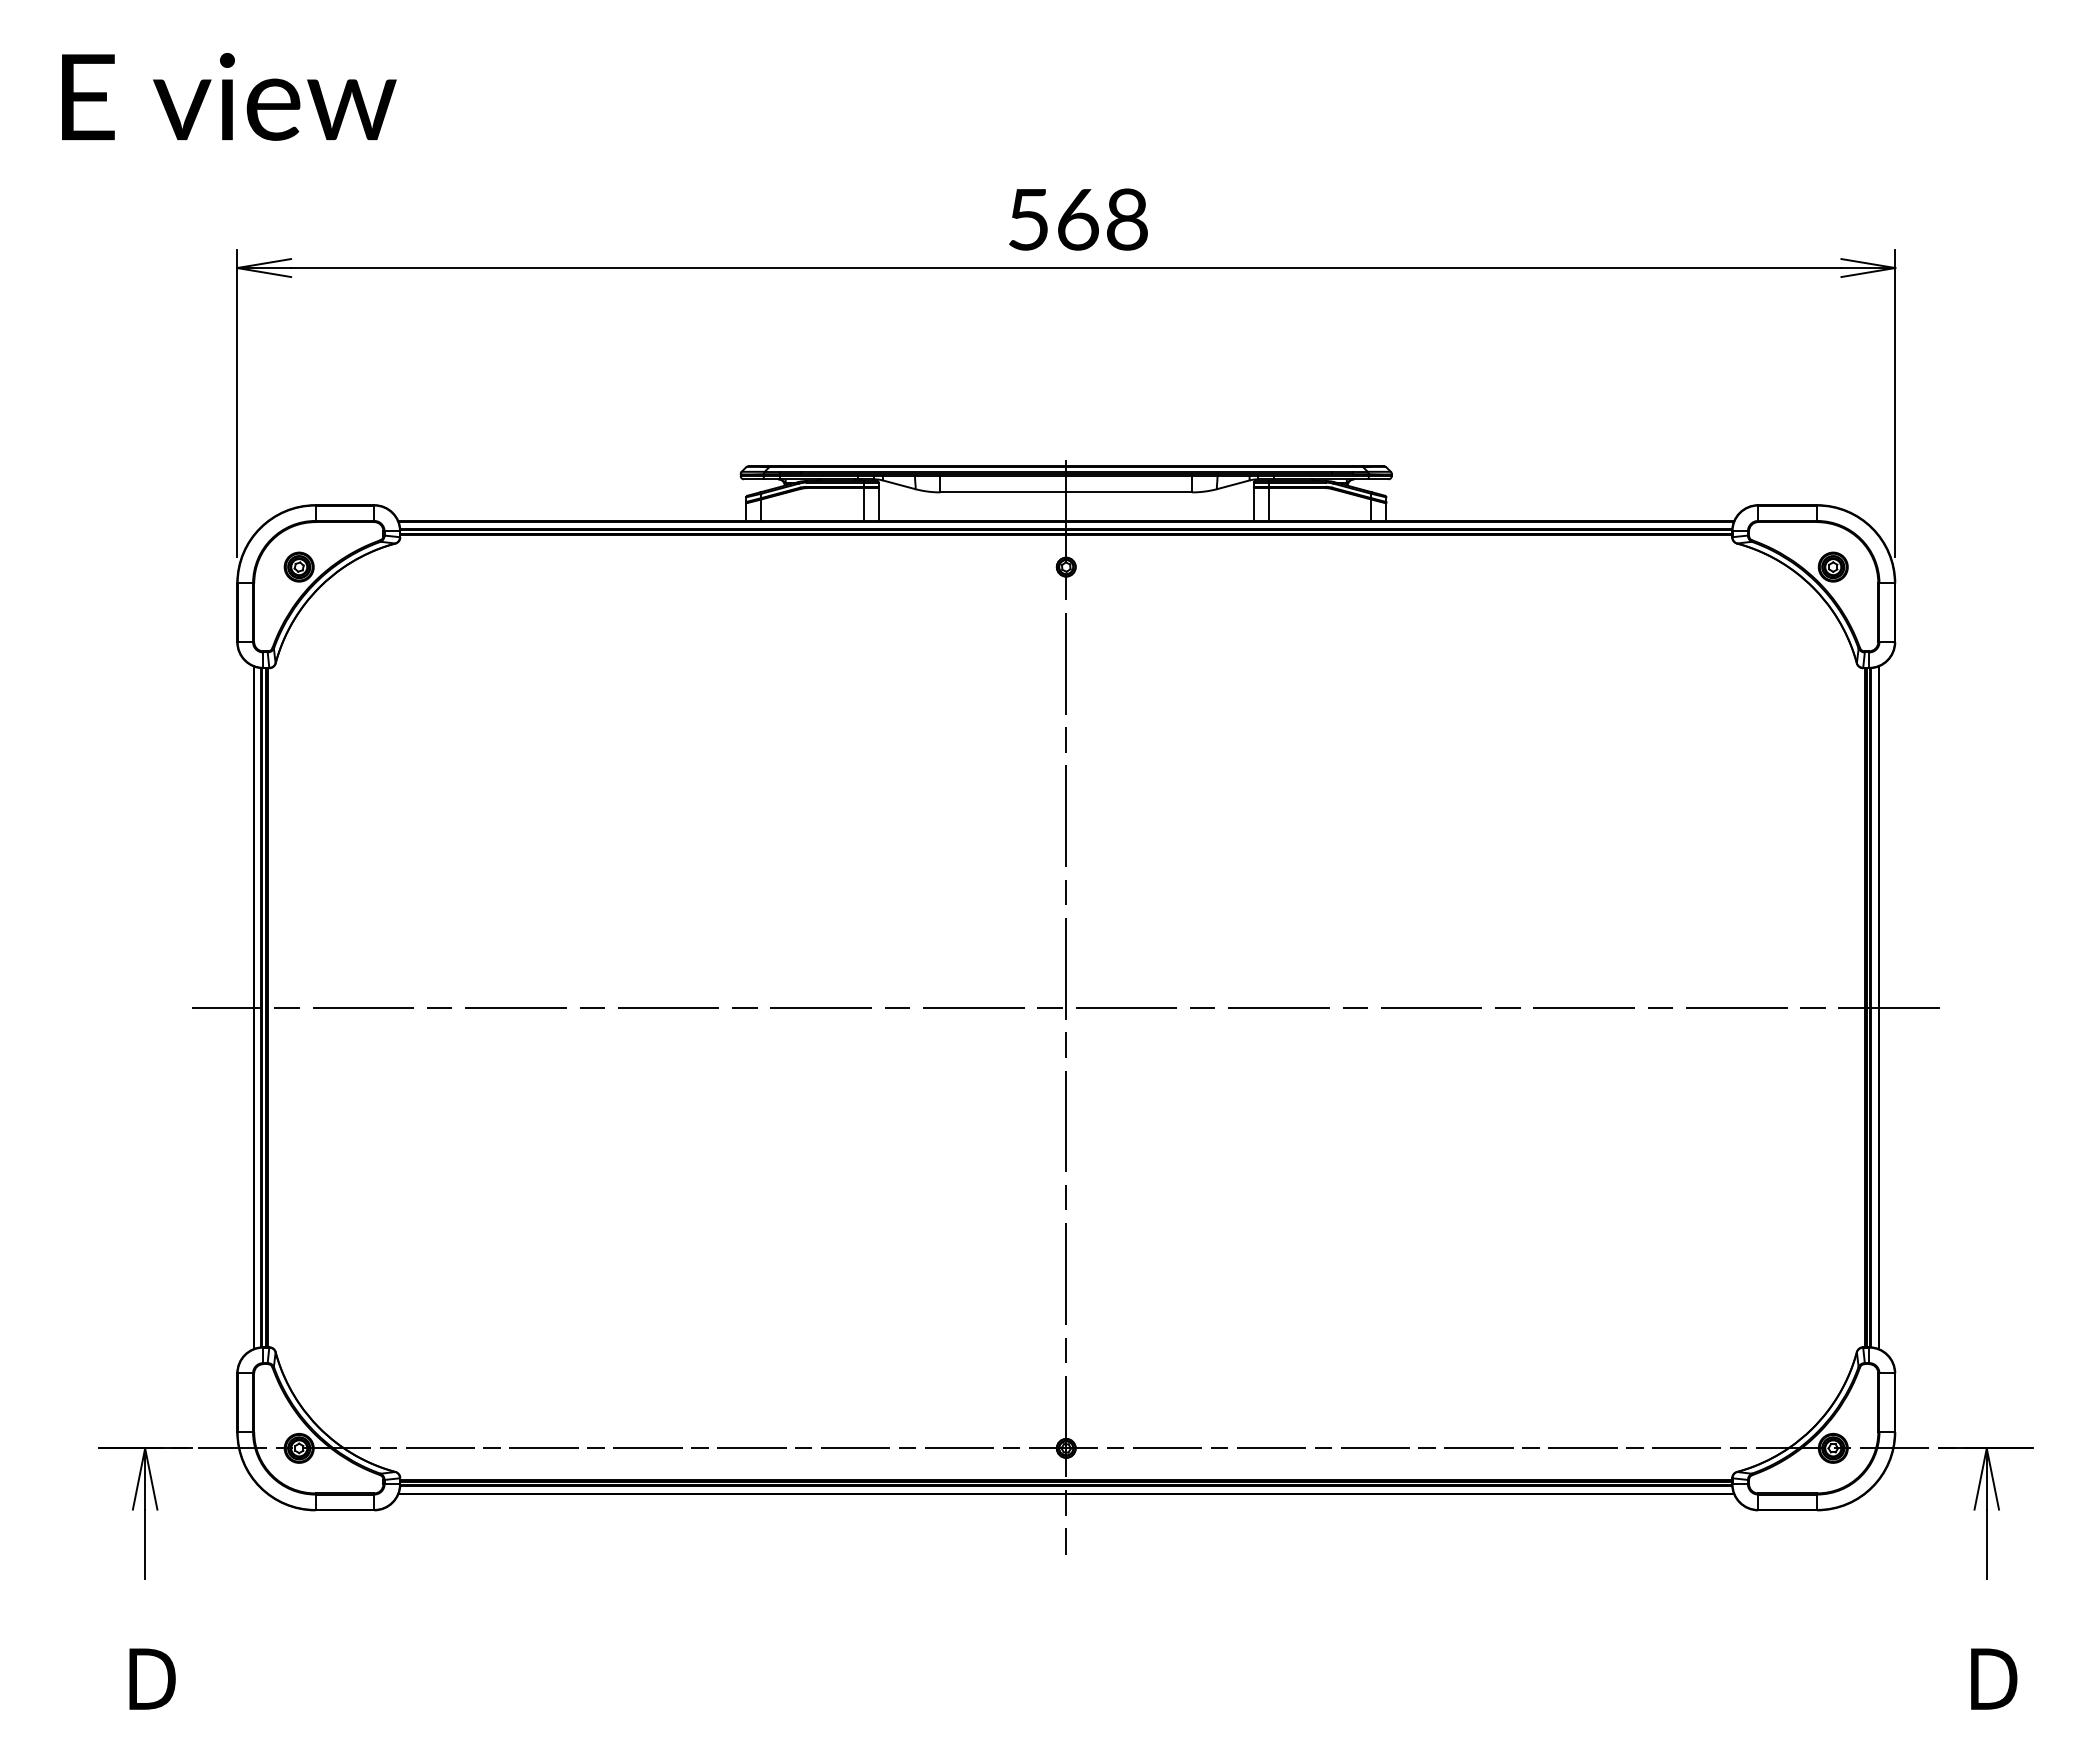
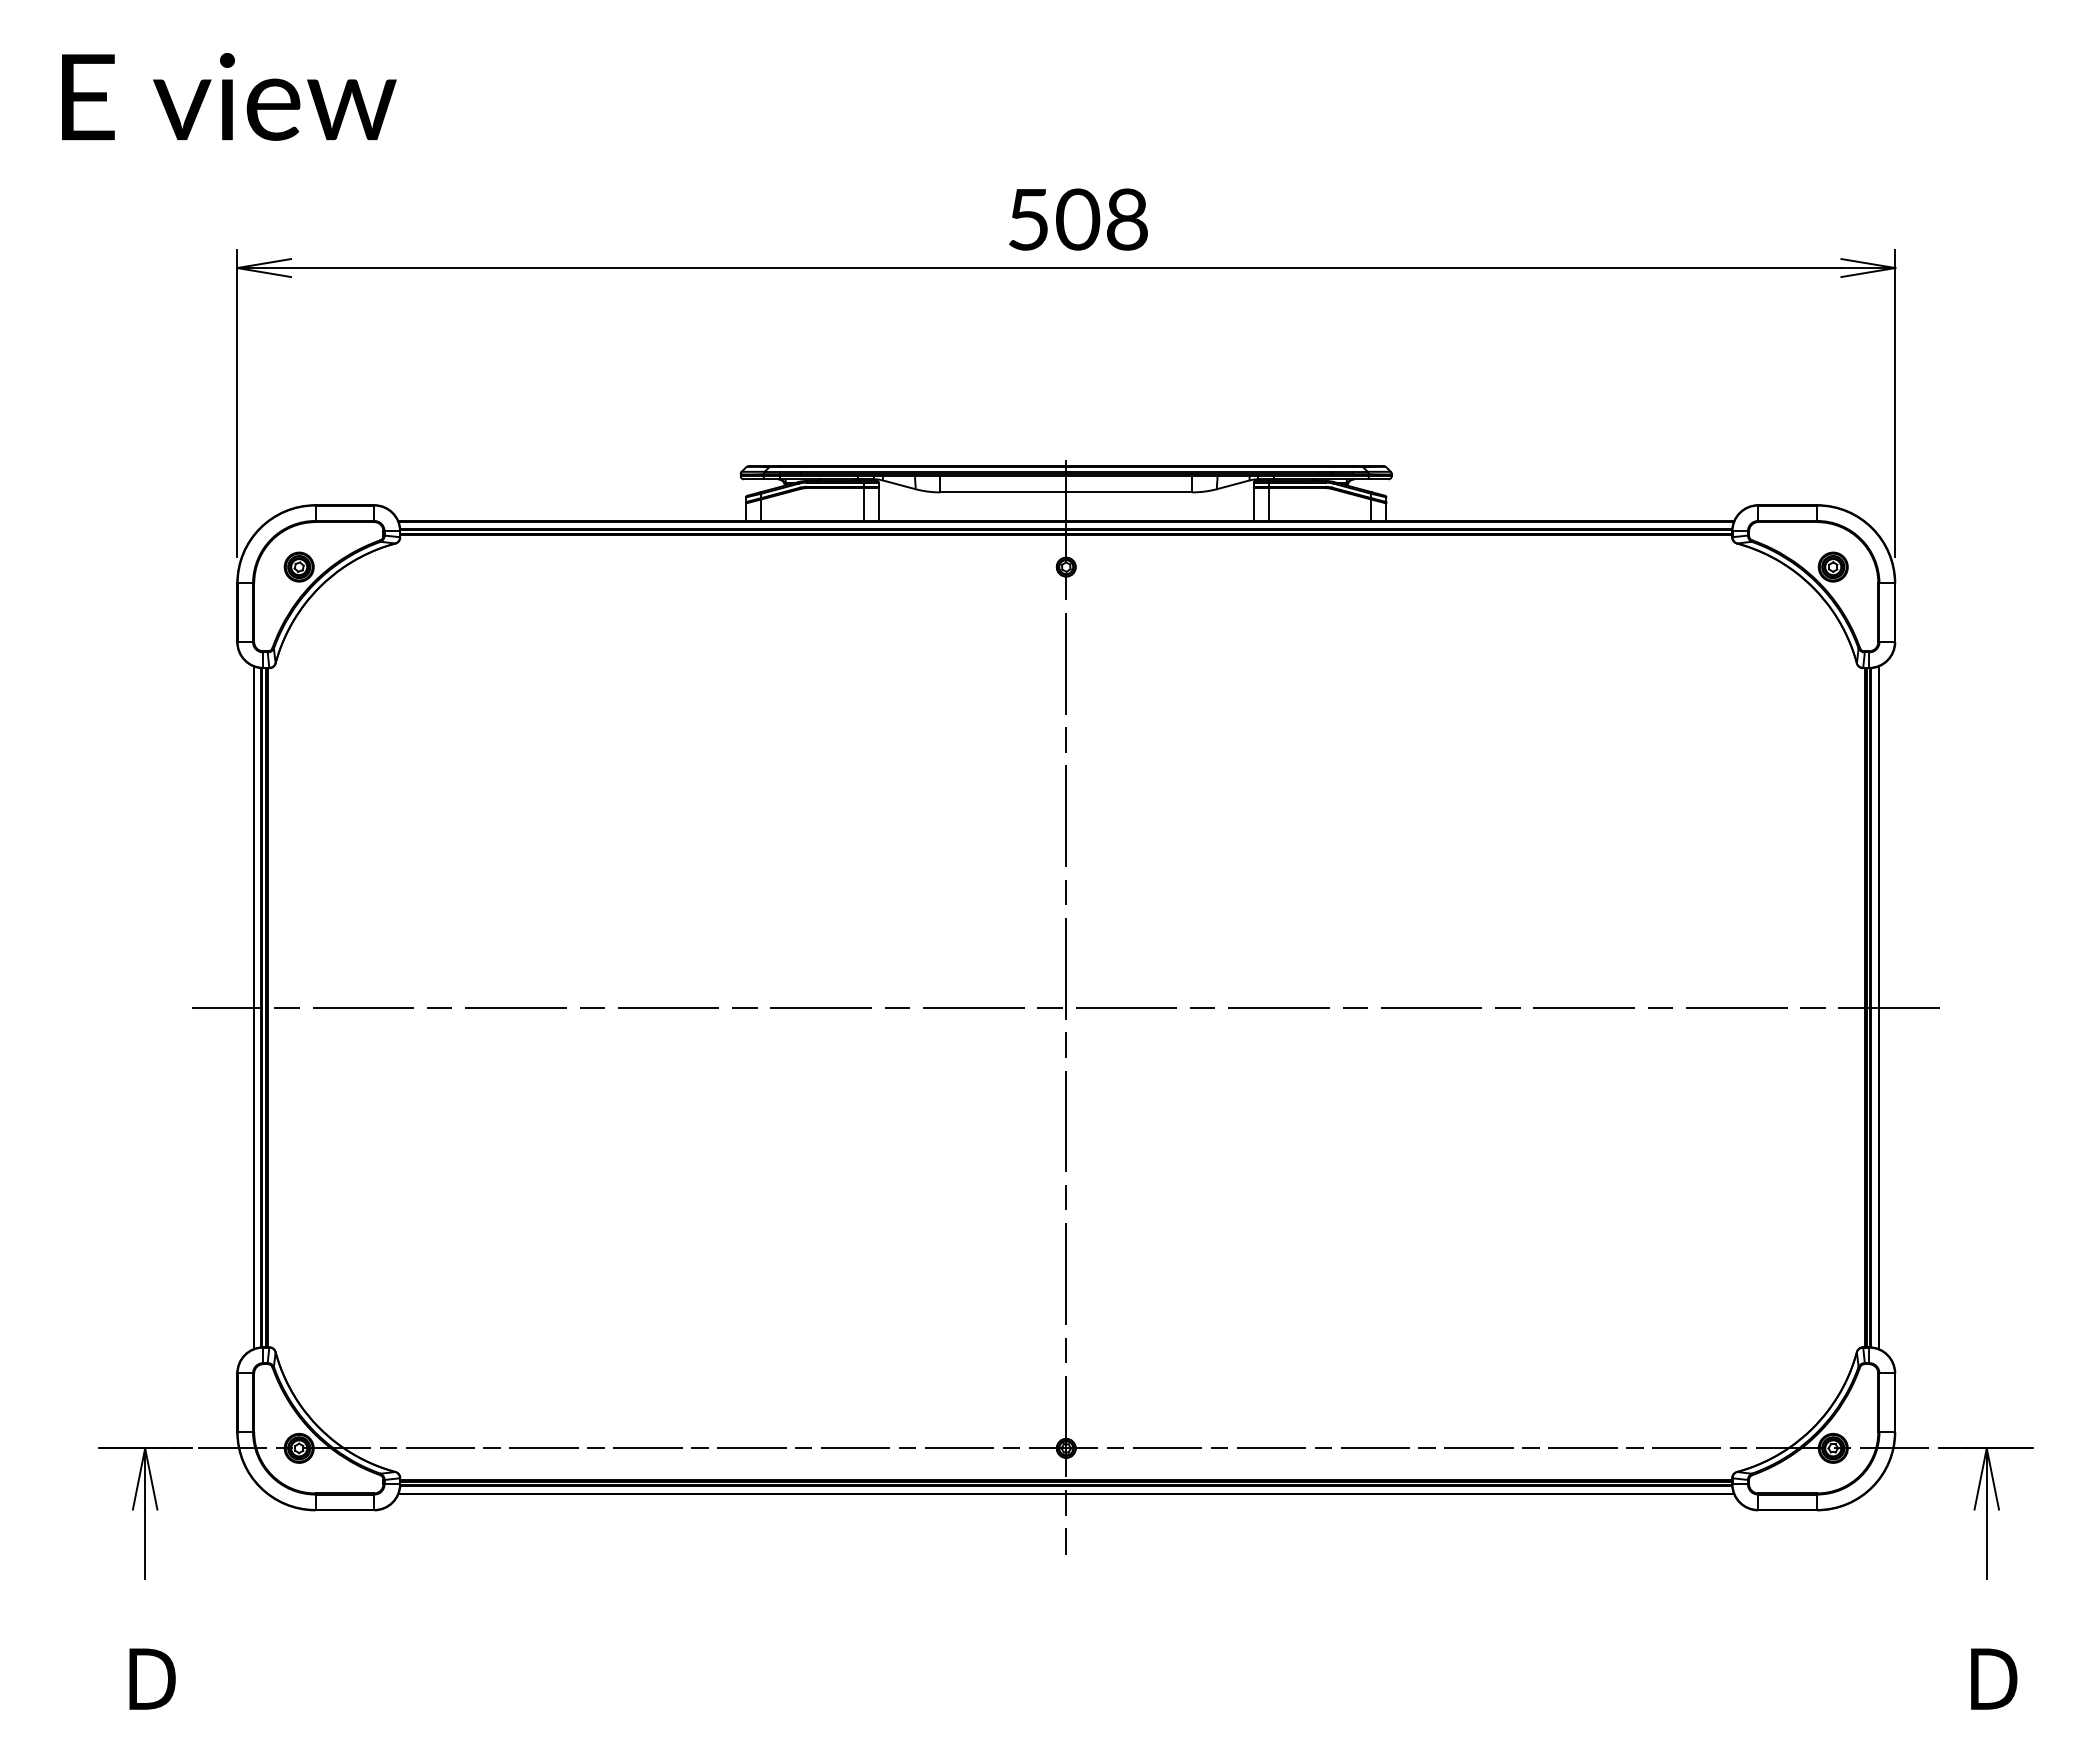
text at (1078, 219): 568 -> 508
